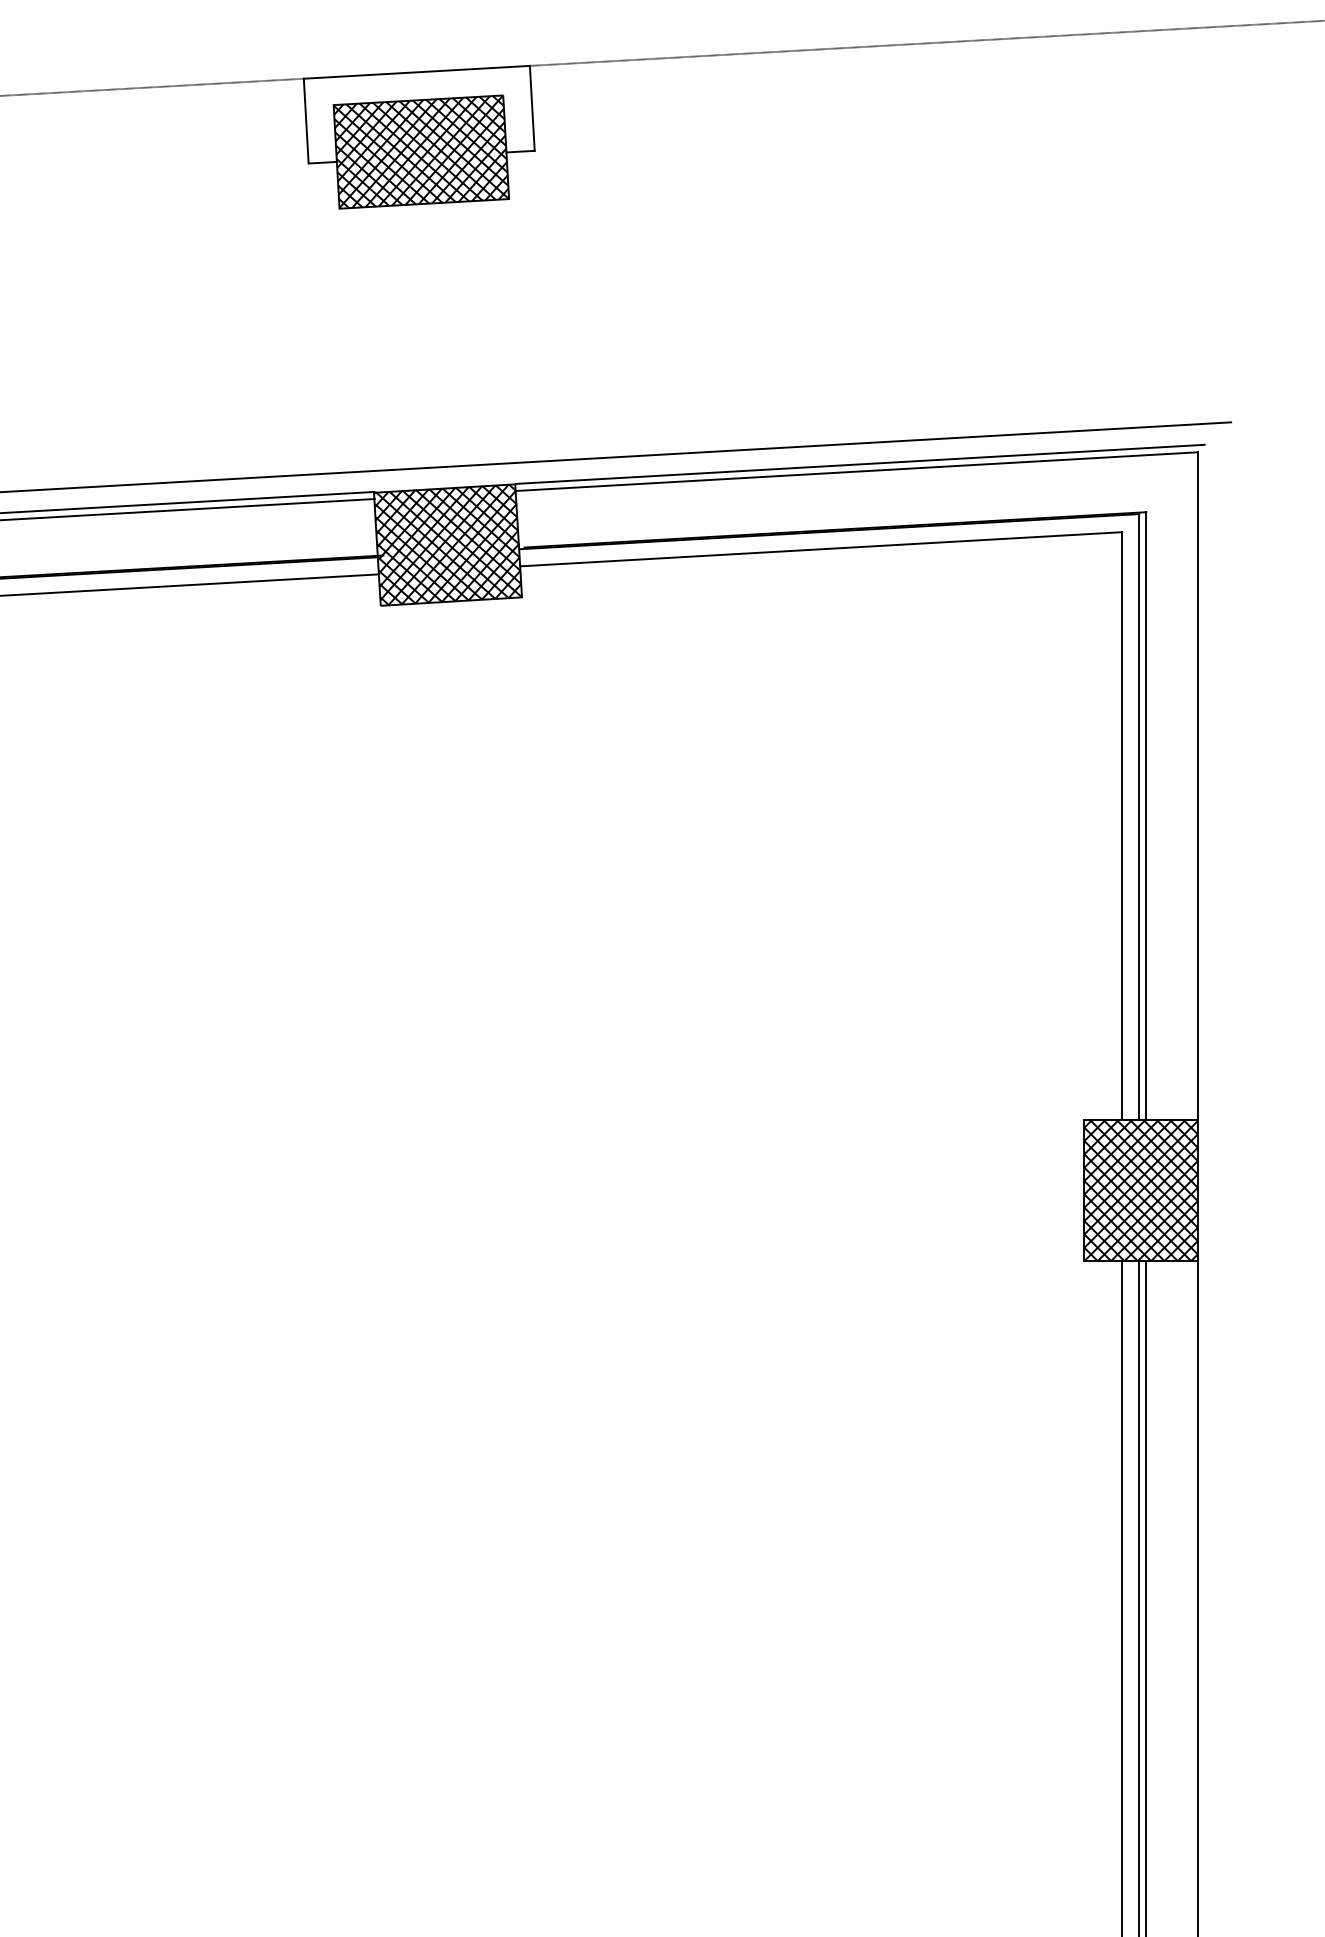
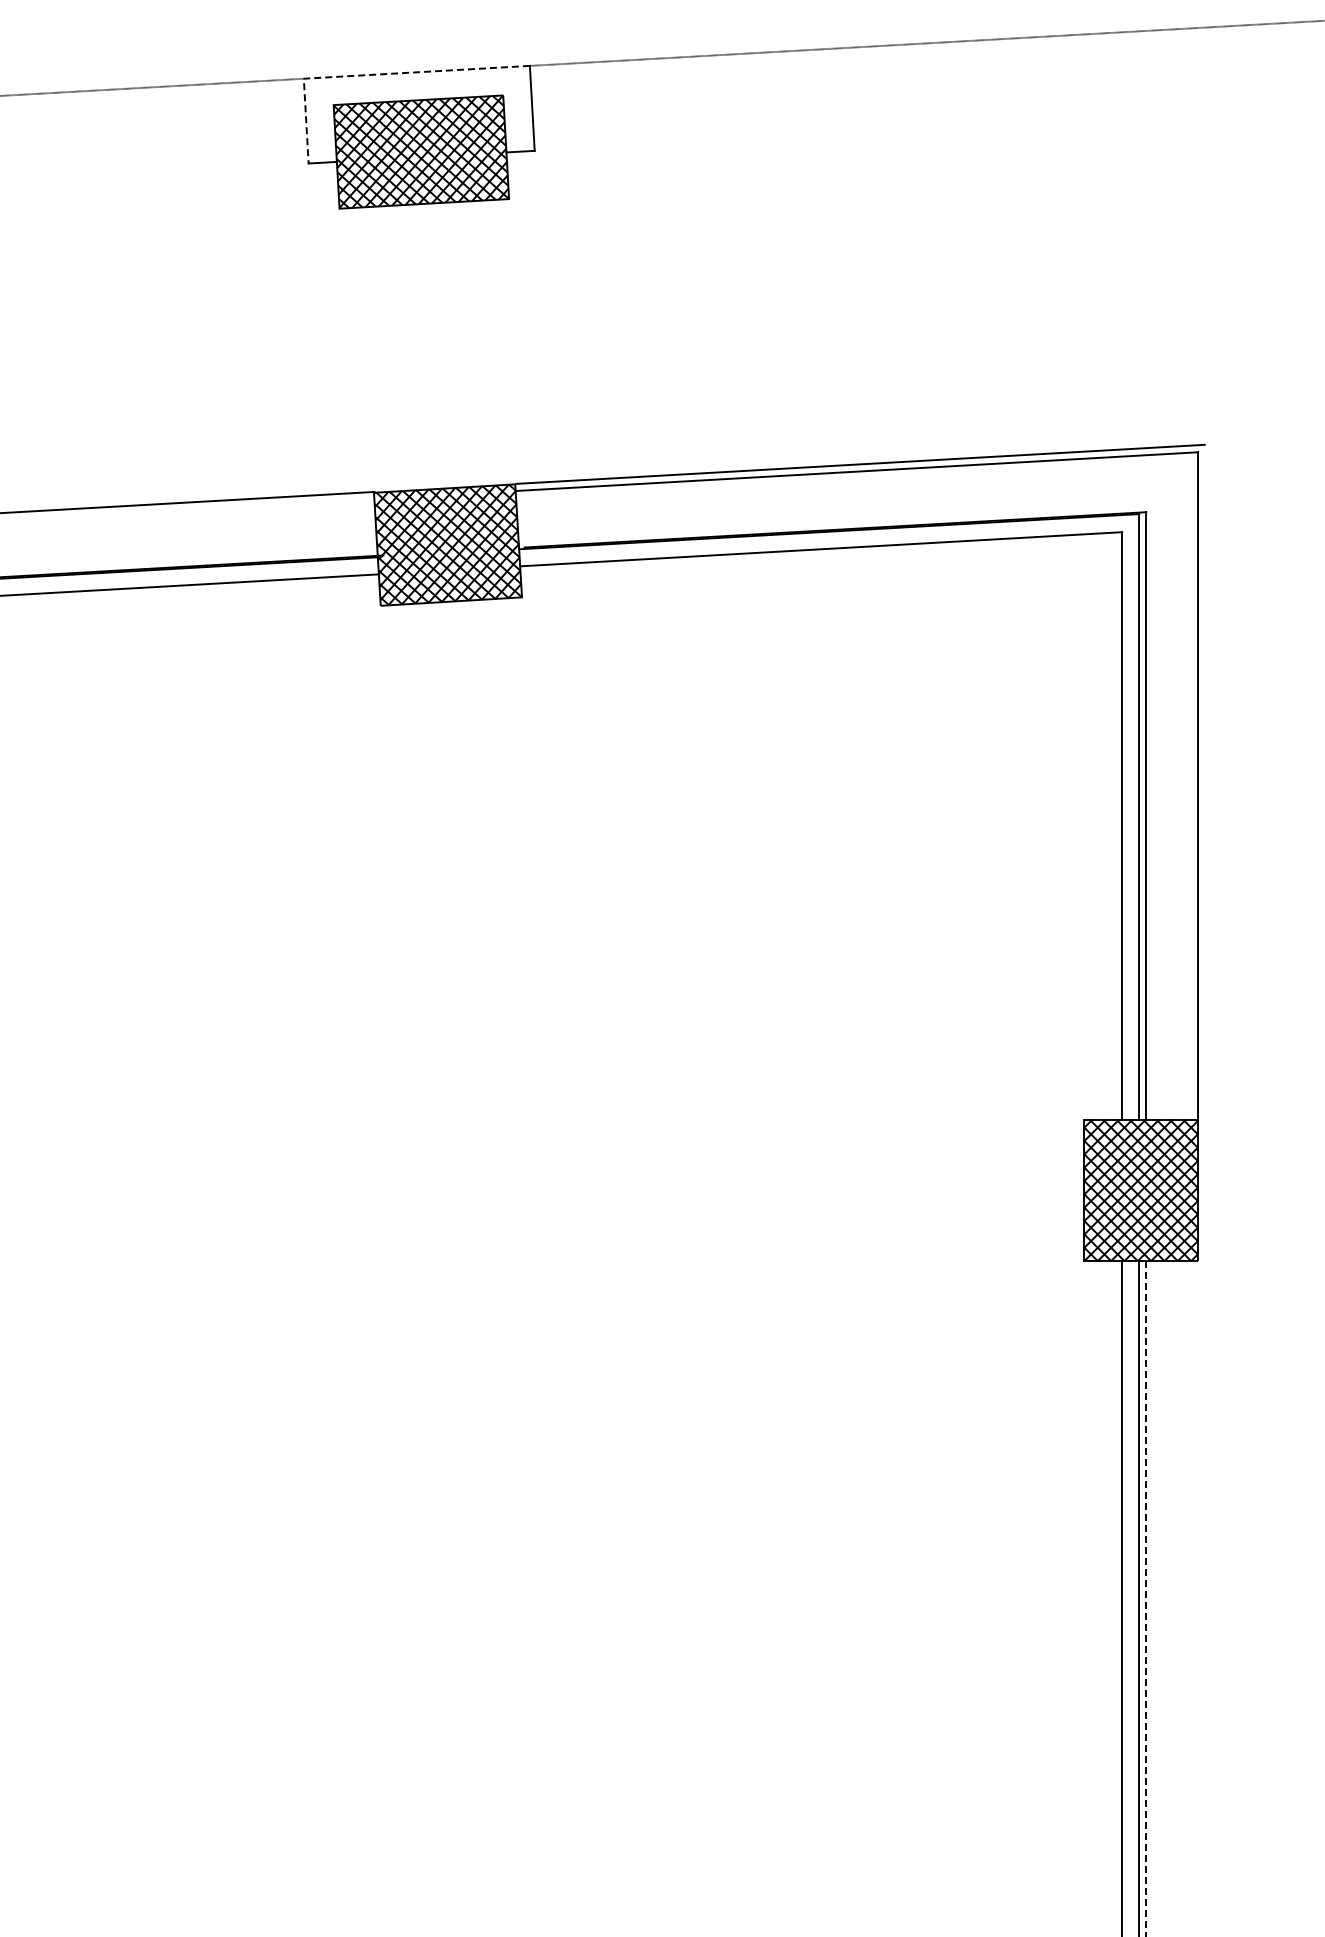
line at (373, 74): solid -> dashed
line at (616, 457): present -> none
line at (188, 509): present -> none
line at (1197, 1597): present -> none
line at (1146, 1598): solid -> dashed
